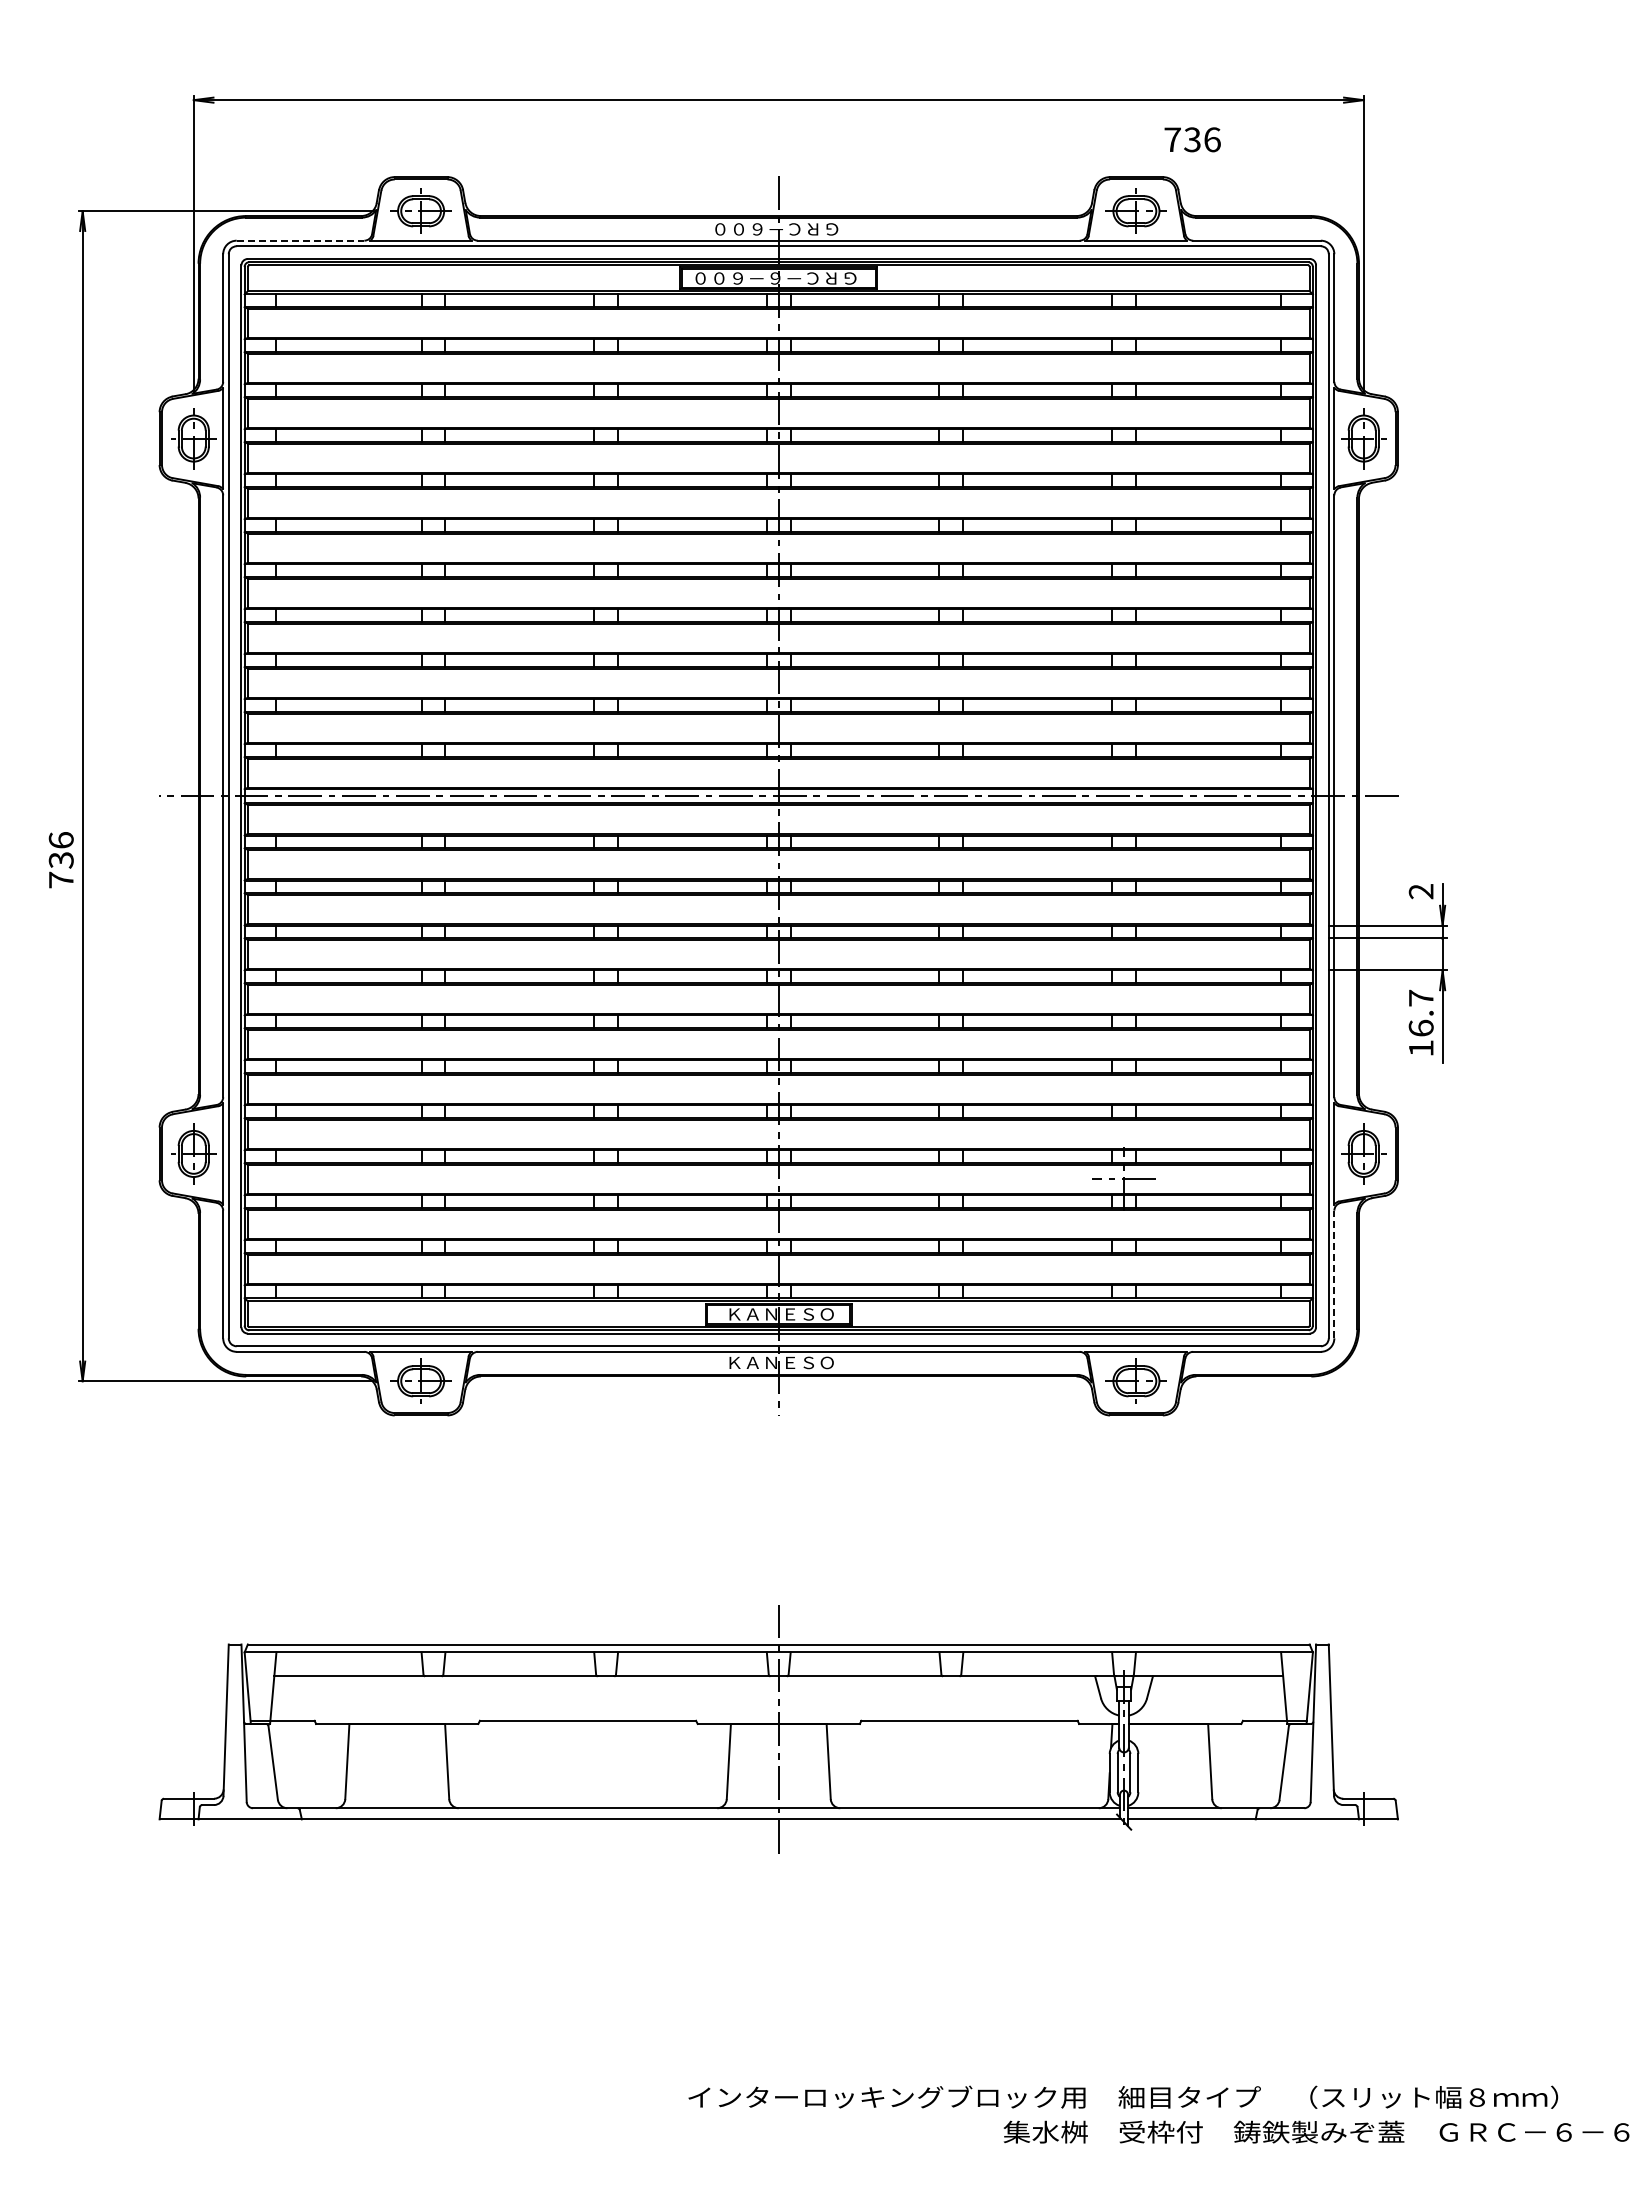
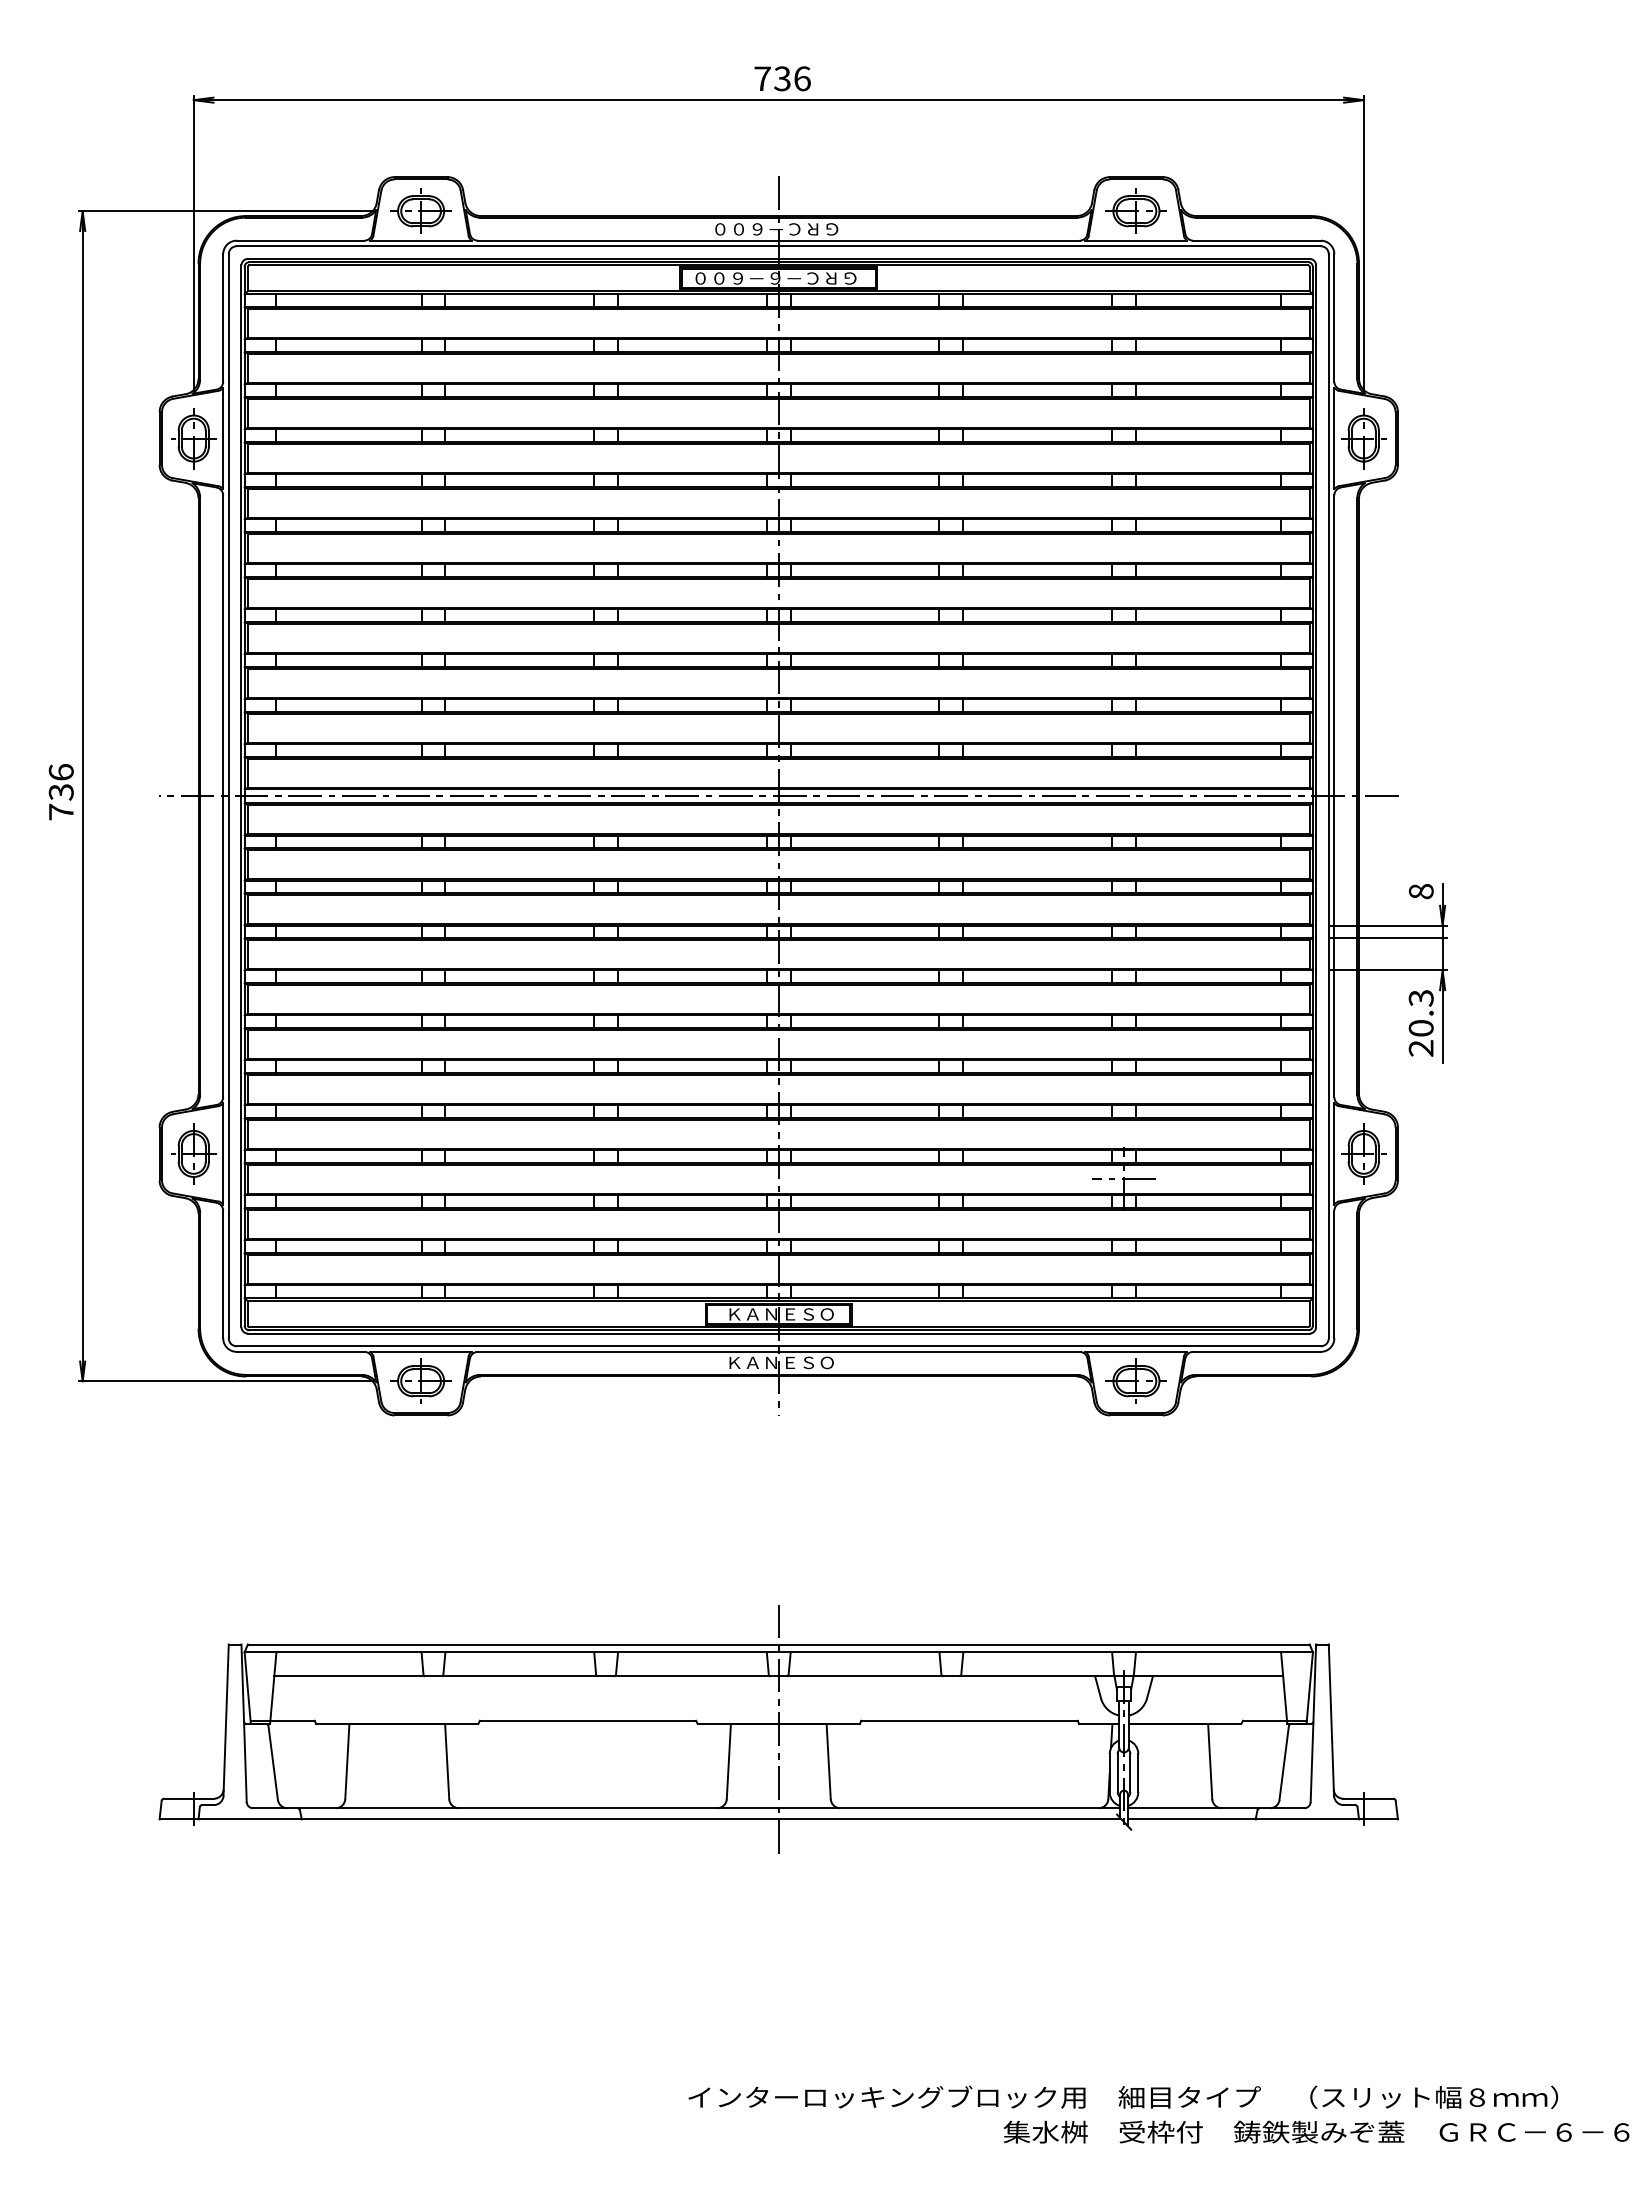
text at (1192, 139) position: (1192, 139) -> (782, 78)
line at (300, 240): dashed -> solid
text at (60, 860) position: (60, 860) -> (60, 792)
text at (1420, 891): 2 -> 8
text at (1420, 1022): 16.7 -> 20.3
line at (1334, 1274): dashed -> solid
